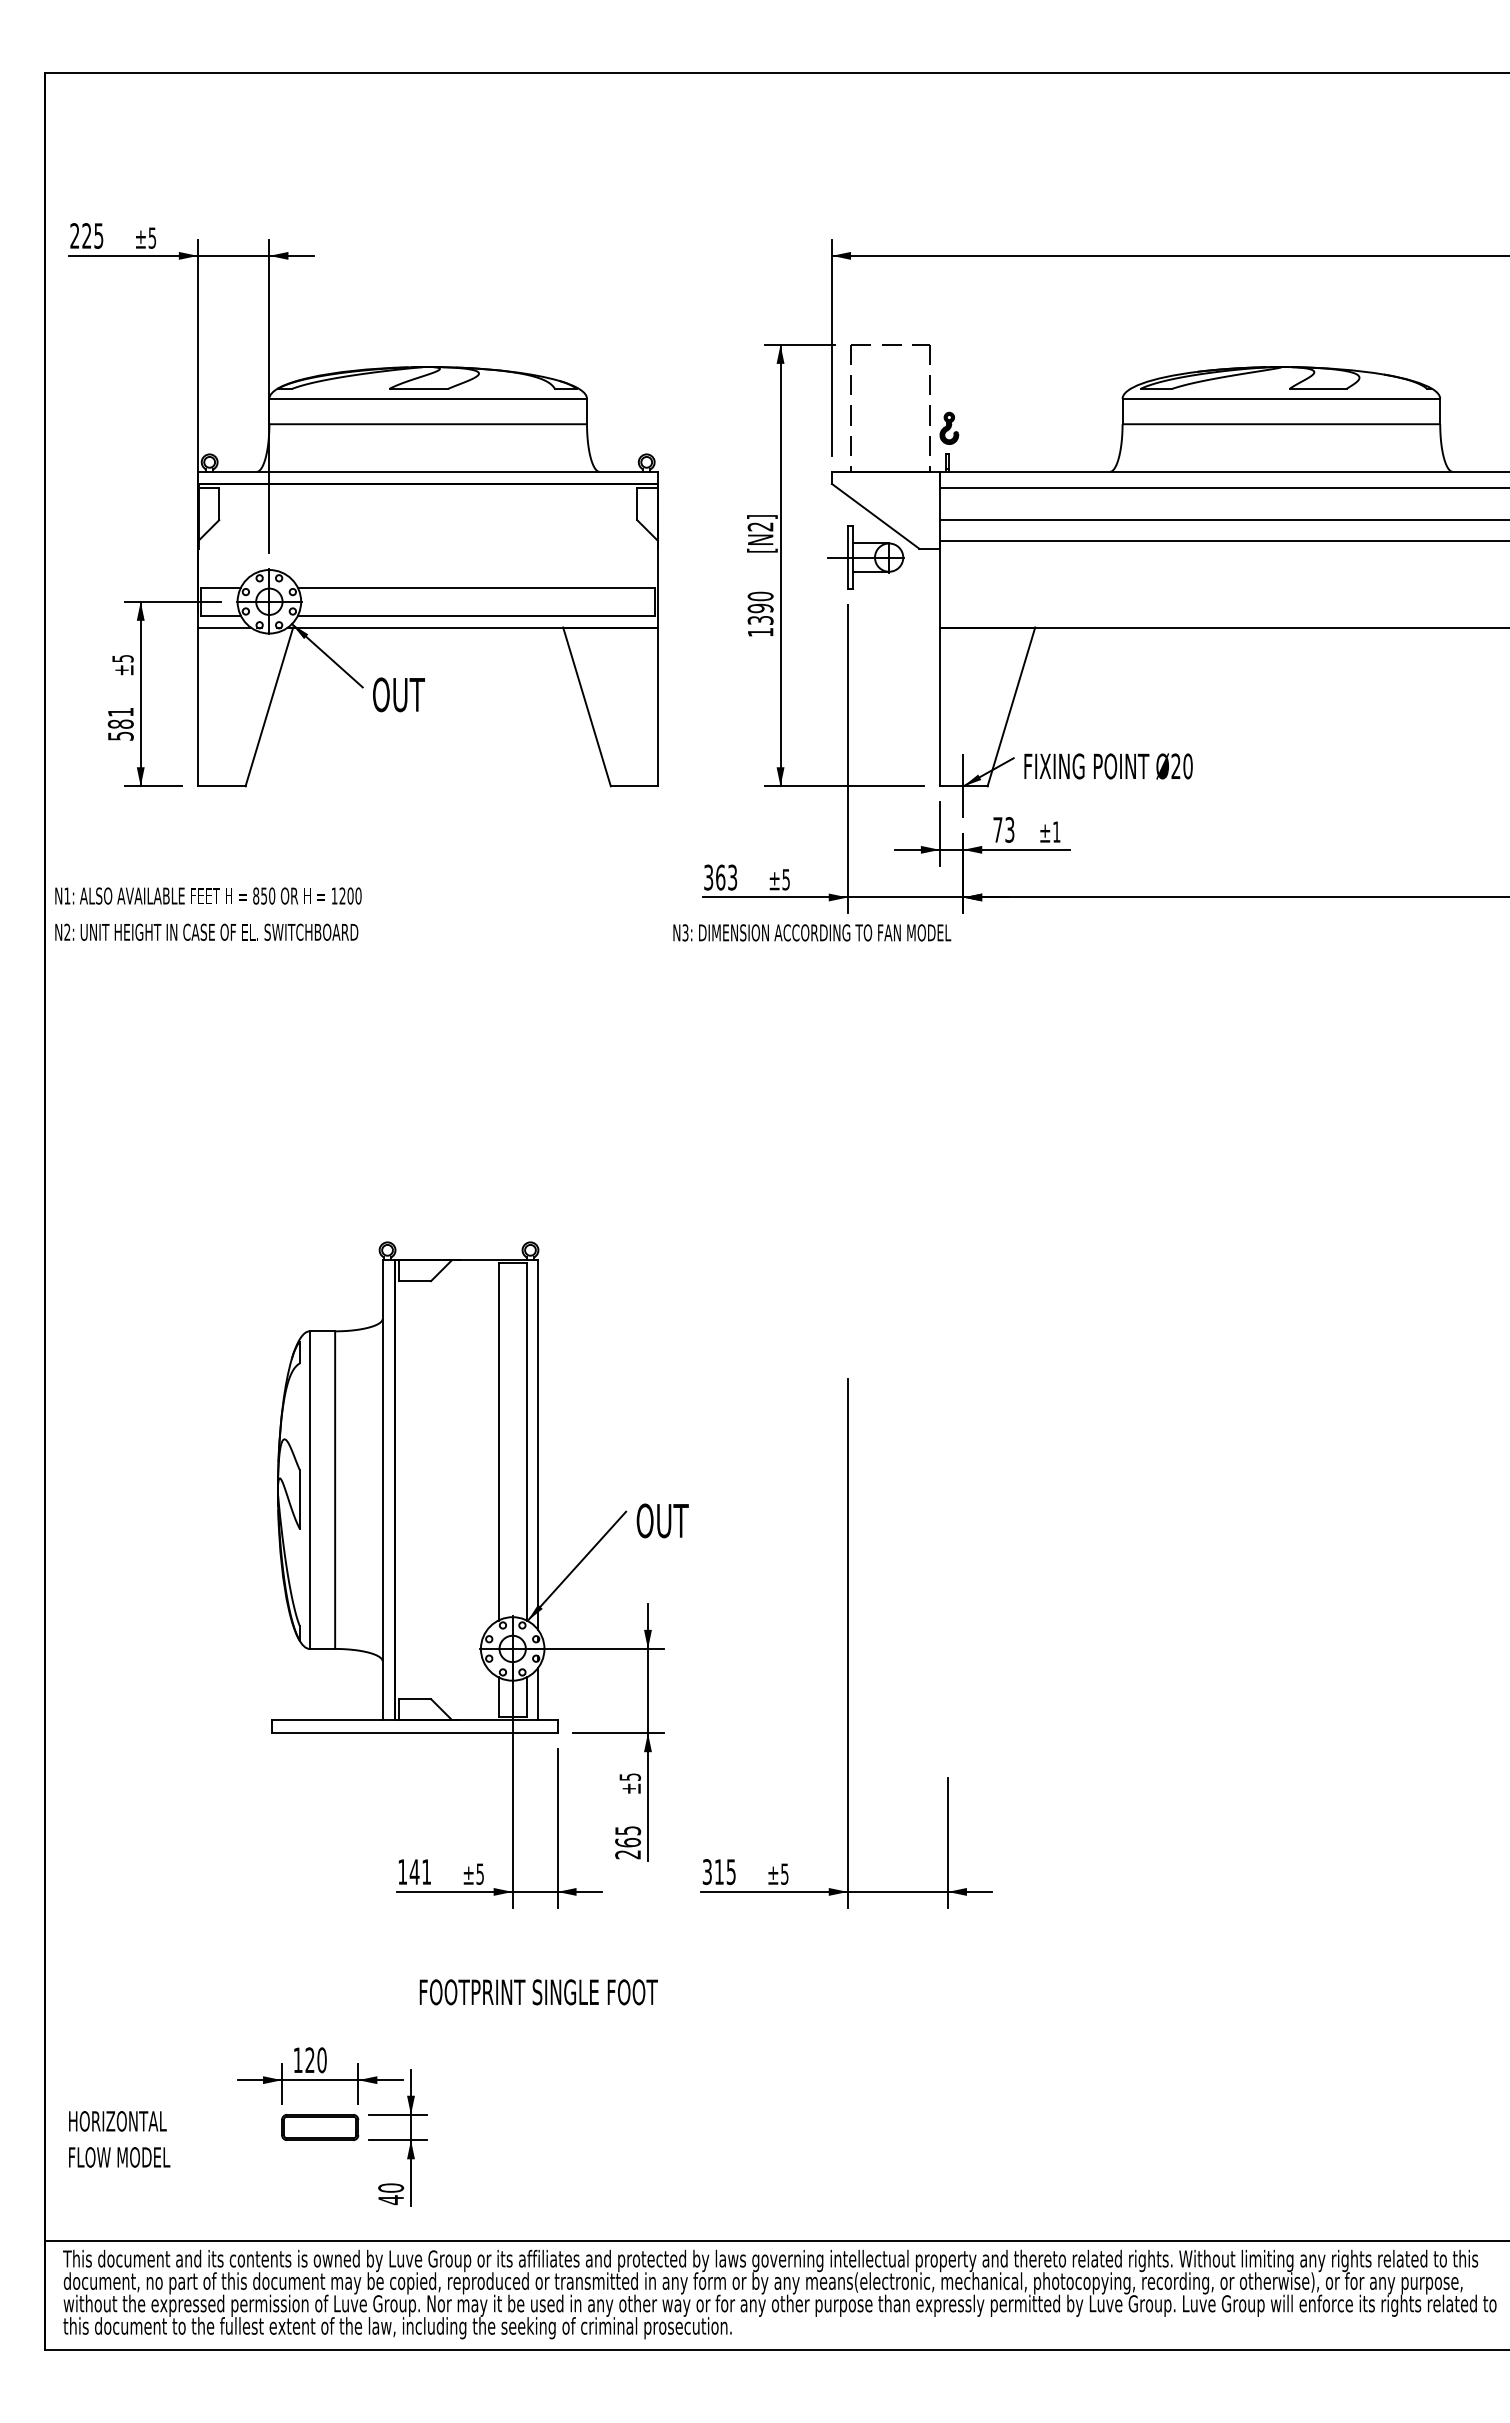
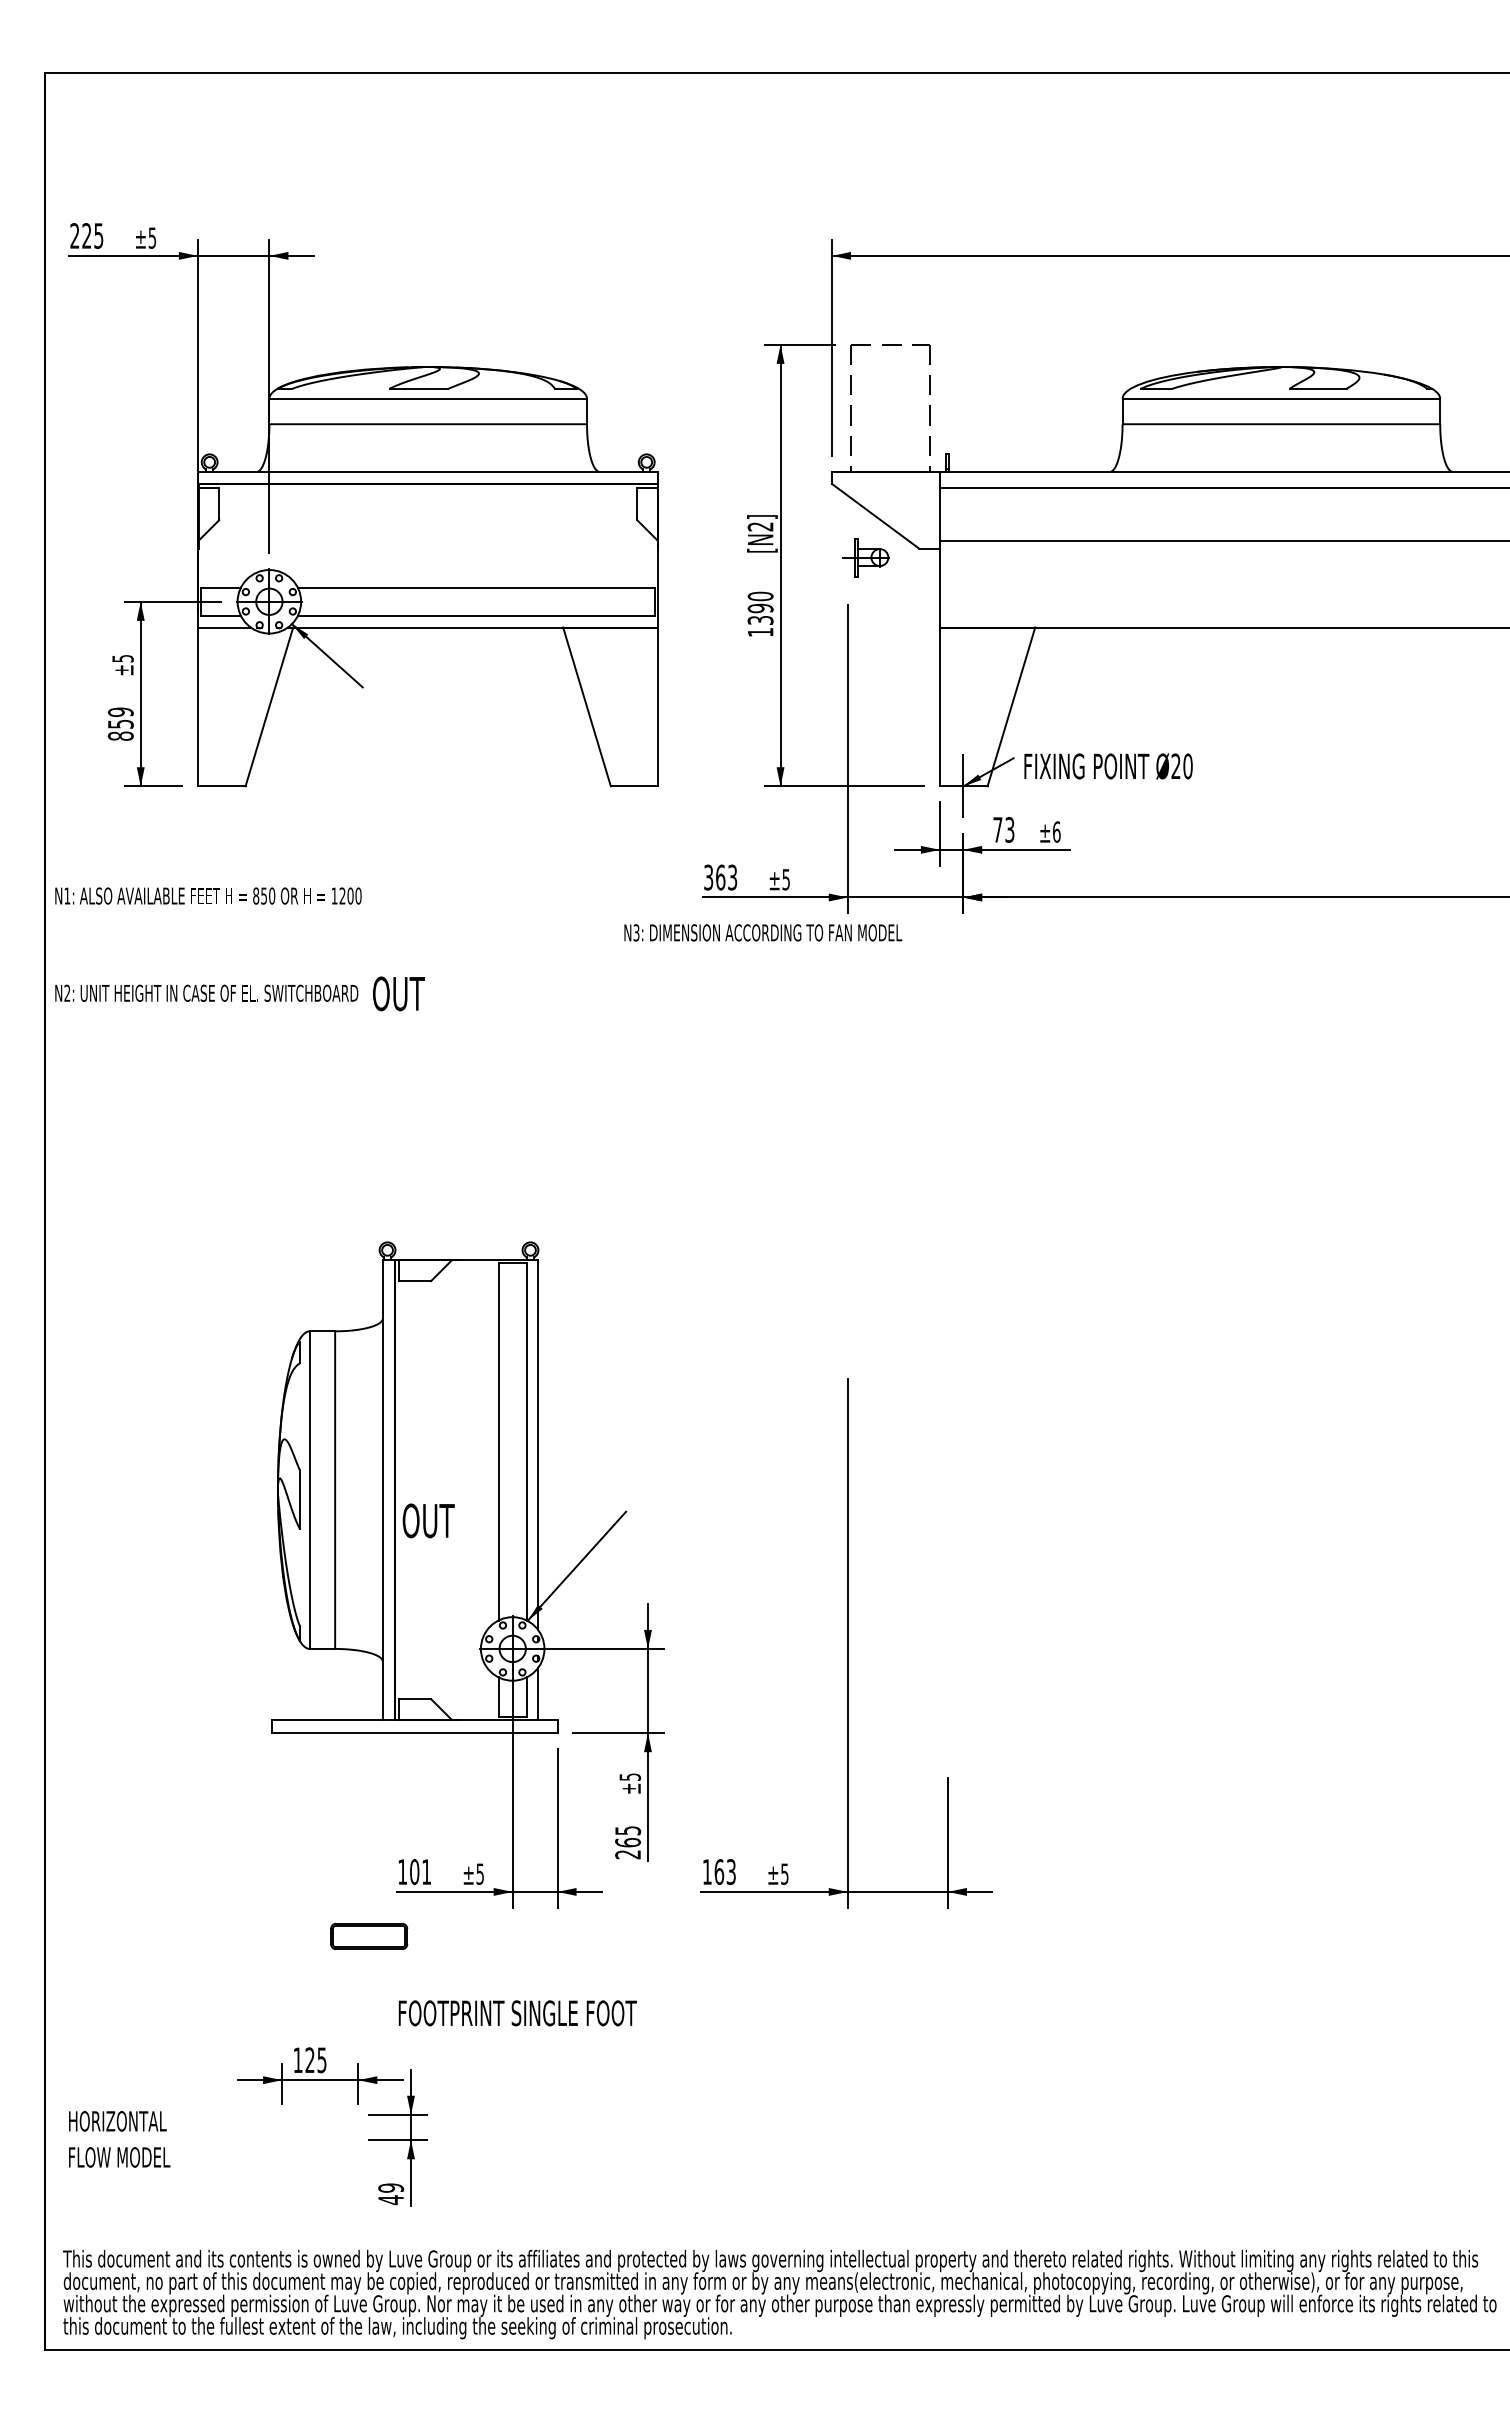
part at (949, 427): present -> none
line at (1222, 520): present -> none
part at (865, 557) size: 78x65 px -> 48x40 px
text at (398, 694) position: (398, 694) -> (398, 993)
text at (120, 723): 581 -> 859
text at (1056, 831): ±1 -> ±6
text at (206, 931) position: (206, 931) -> (206, 992)
text at (812, 932) position: (812, 932) -> (763, 932)
text at (662, 1520) position: (662, 1520) -> (428, 1520)
text at (414, 1871): 141 -> 101
text at (718, 1872): 315 -> 163
text at (538, 1992) position: (538, 1992) -> (517, 2013)
text at (321, 2060): 120 -> 125
part at (320, 2127) position: (320, 2127) -> (369, 1936)
text at (391, 2187): 40 -> 49
line at (775, 2241): present -> none
